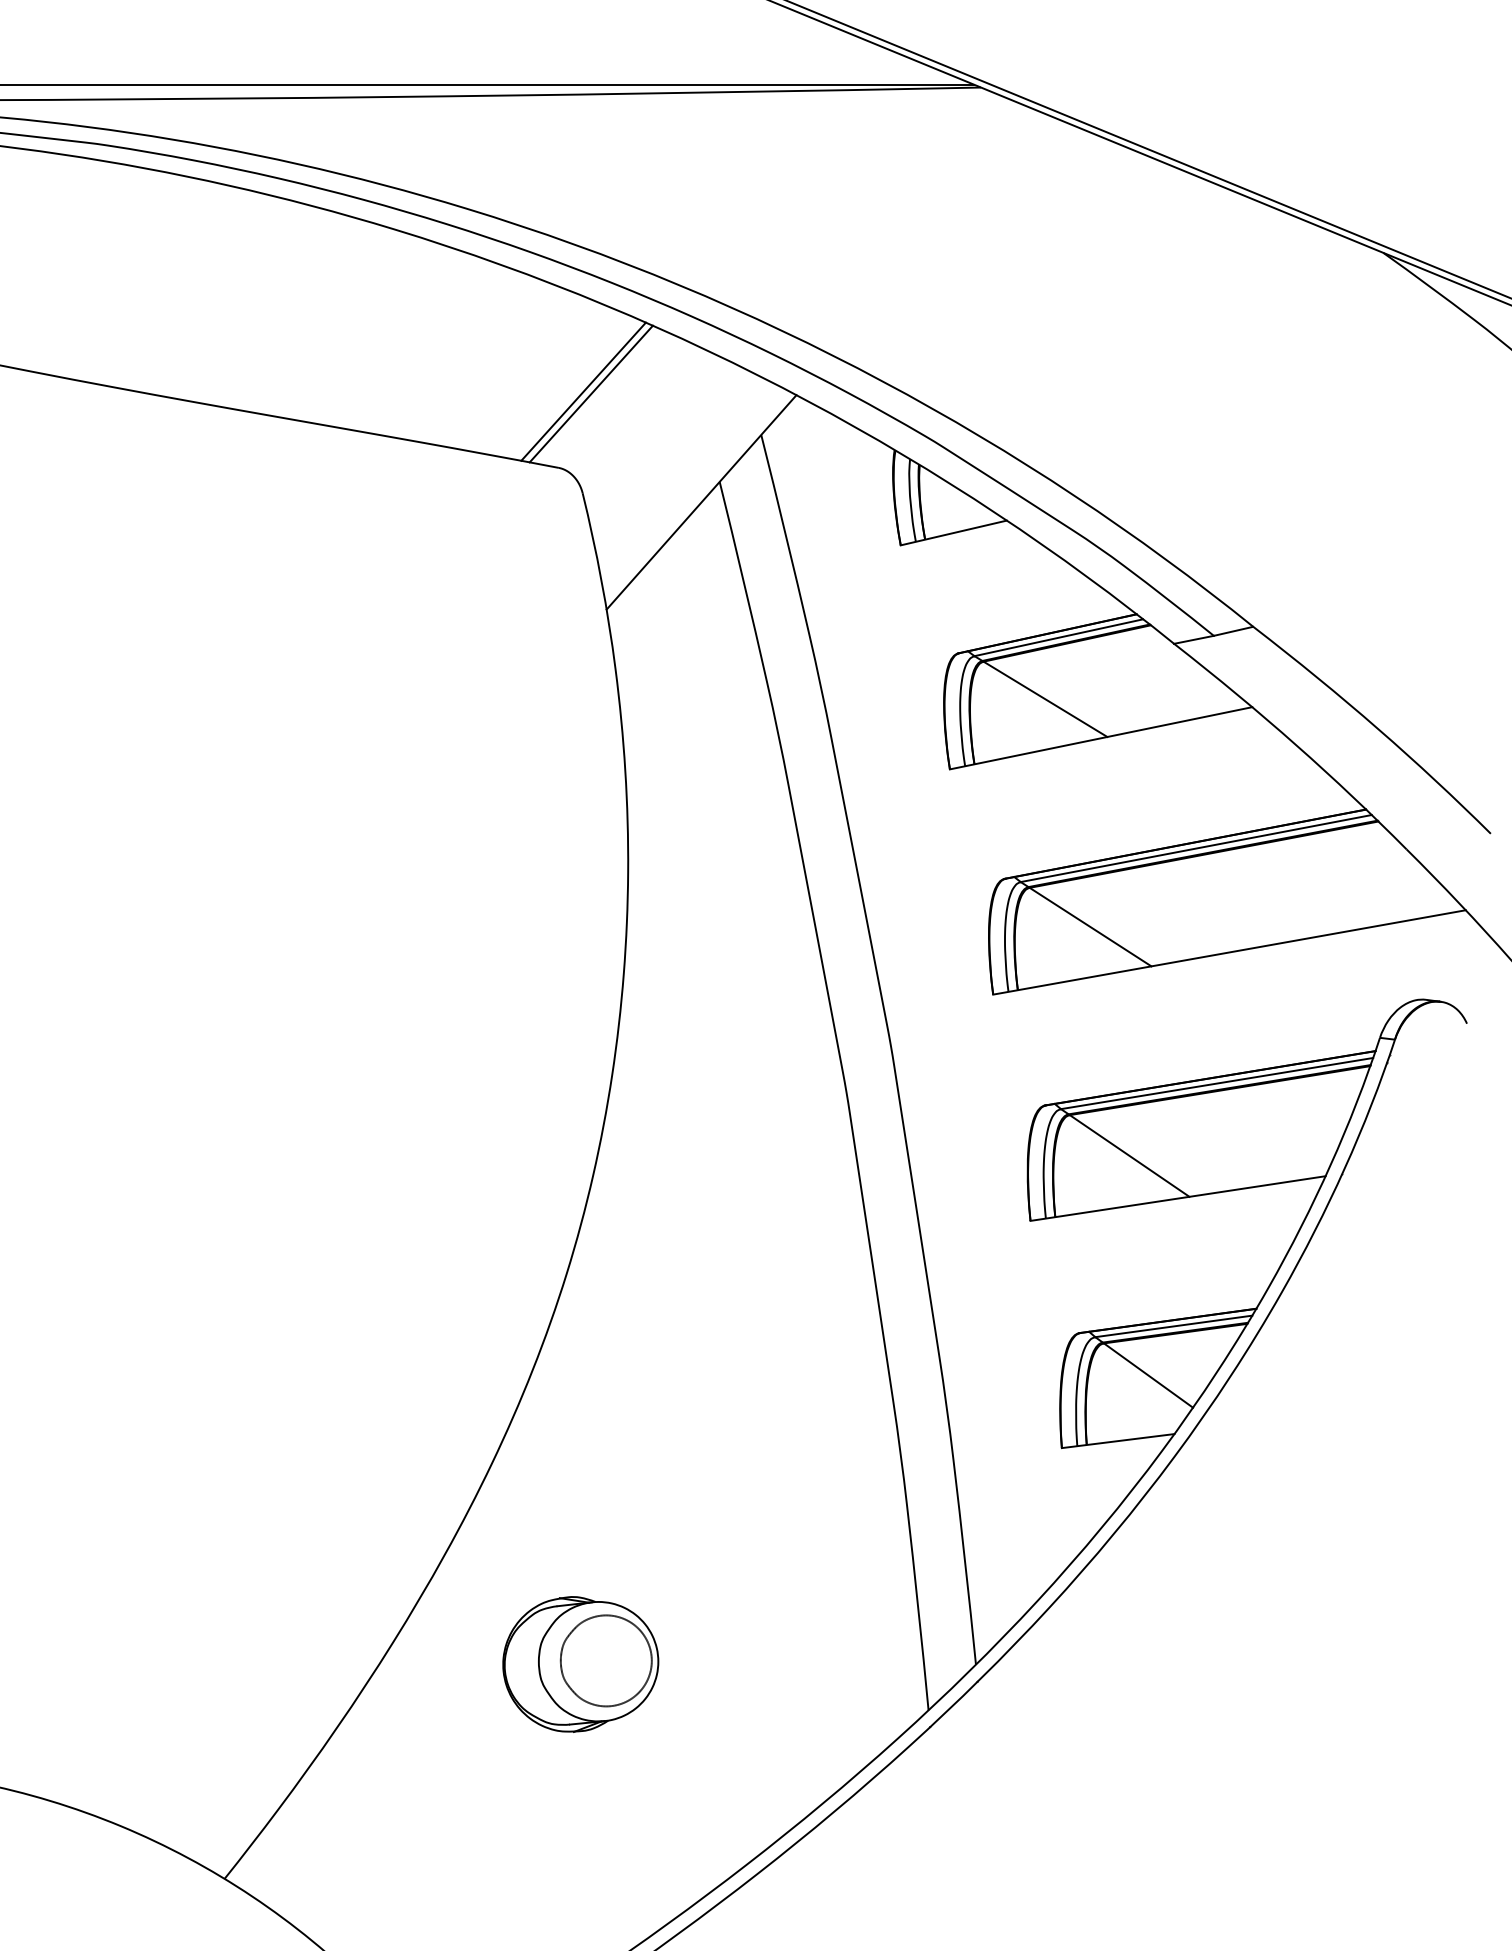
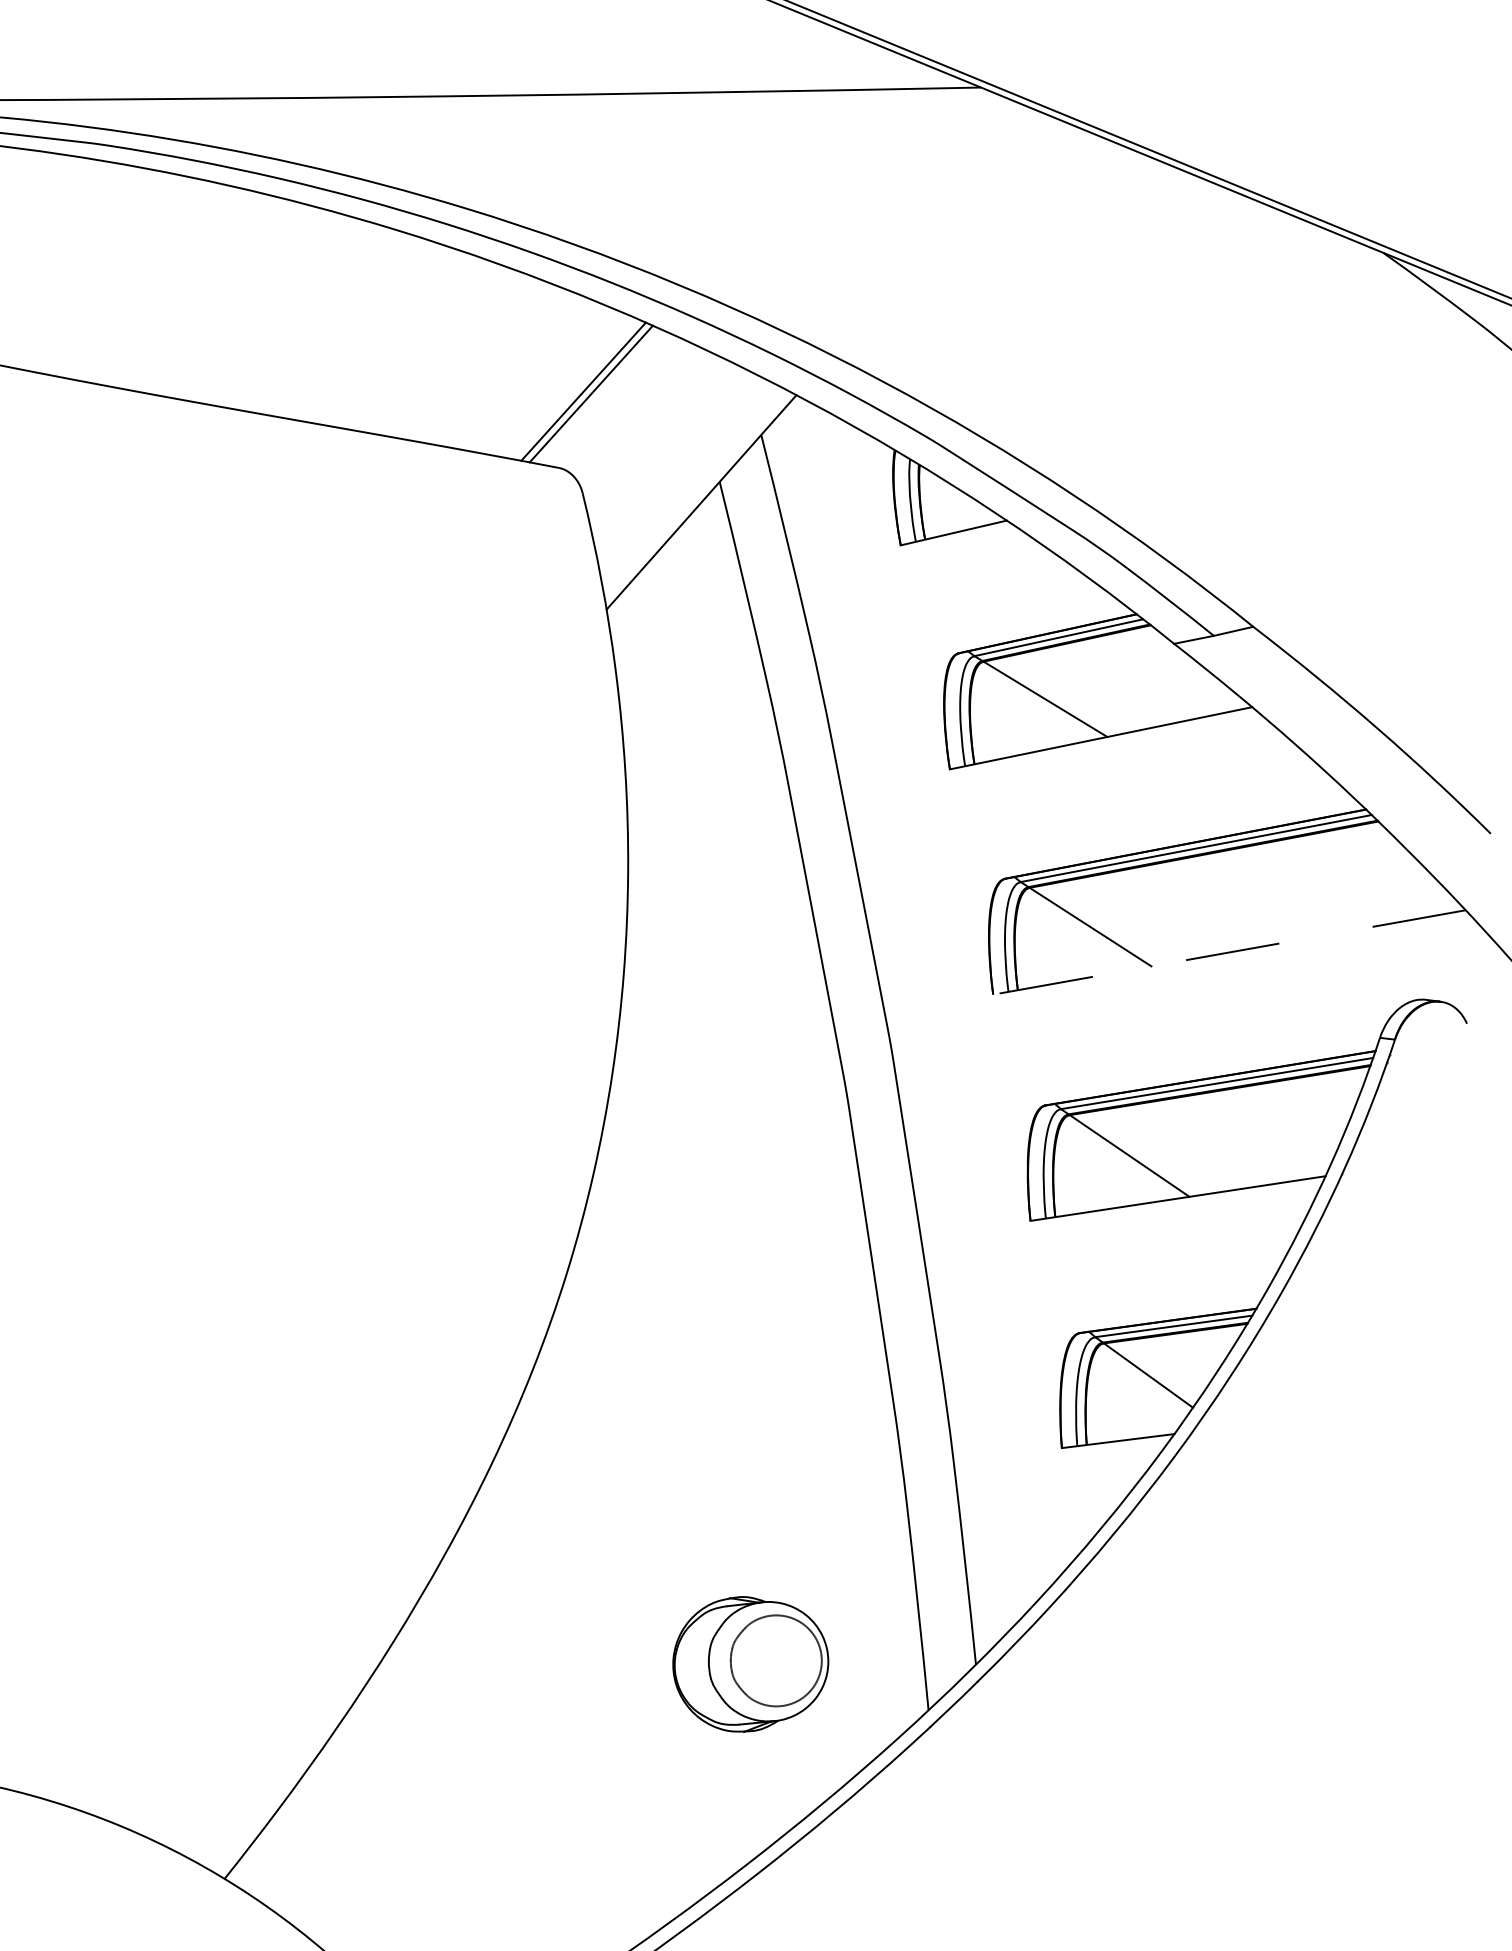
line at (488, 84): present -> none
line at (1229, 952): solid -> dashed
part at (580, 1664) position: (580, 1664) -> (750, 1664)
